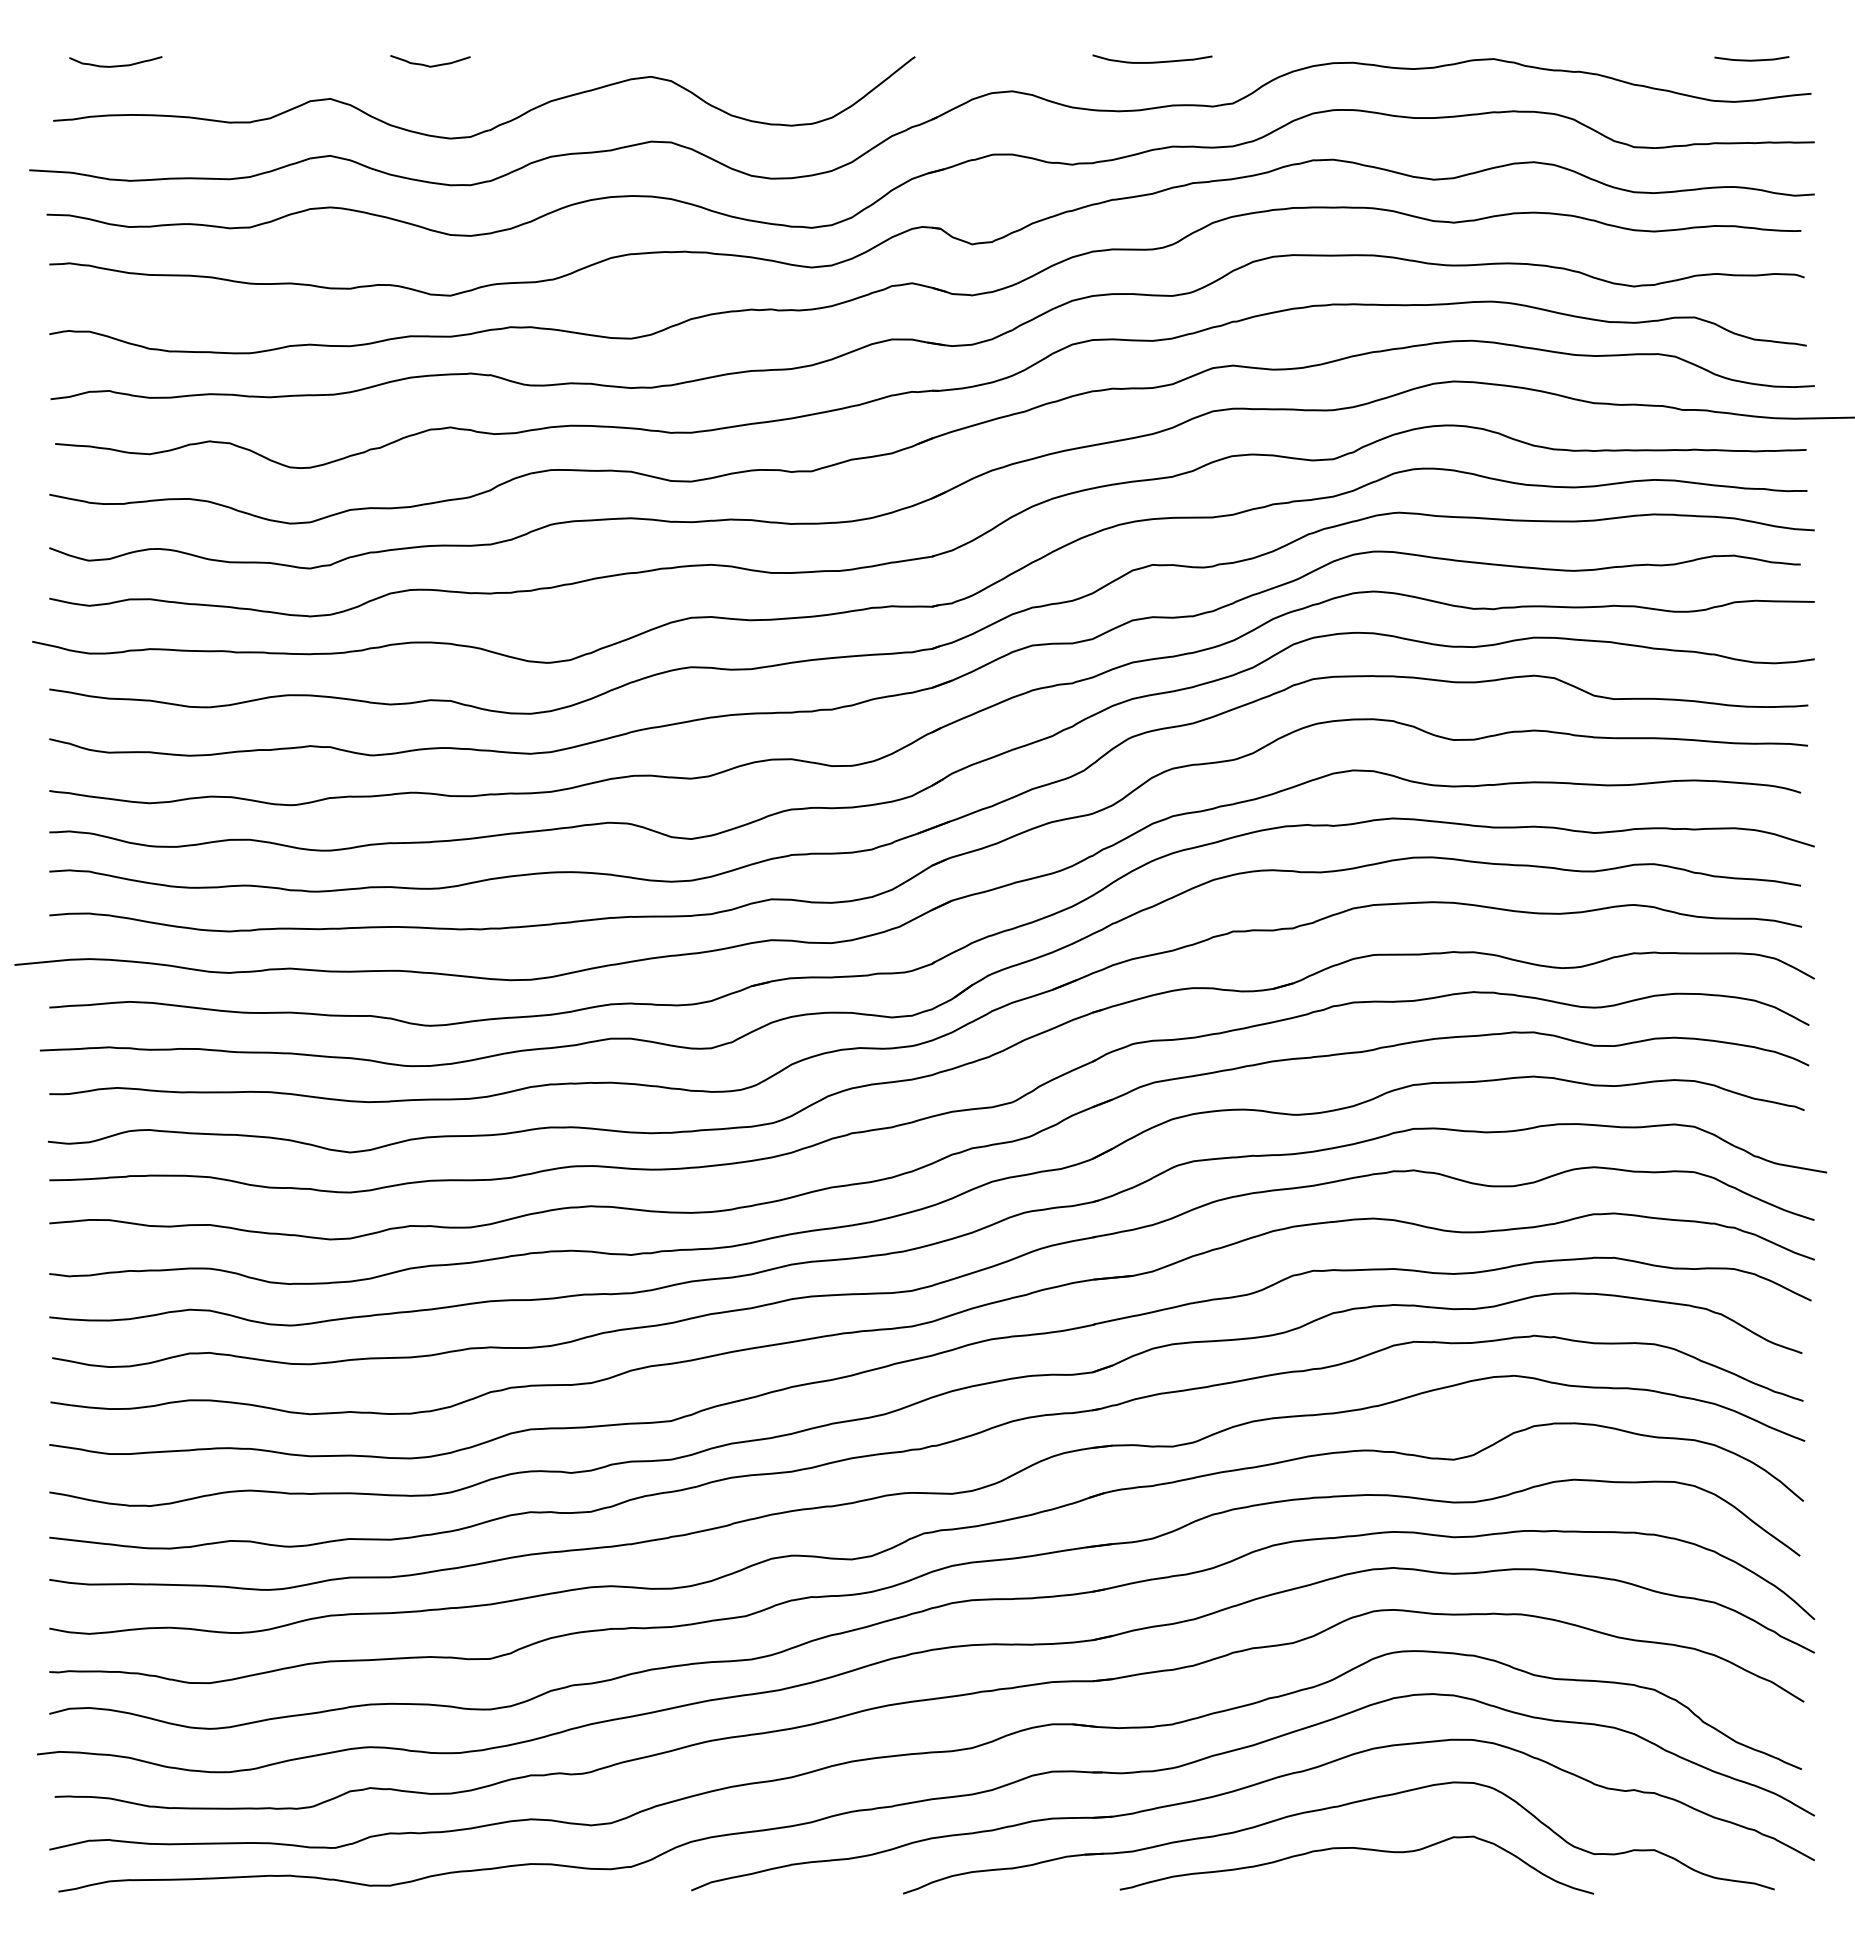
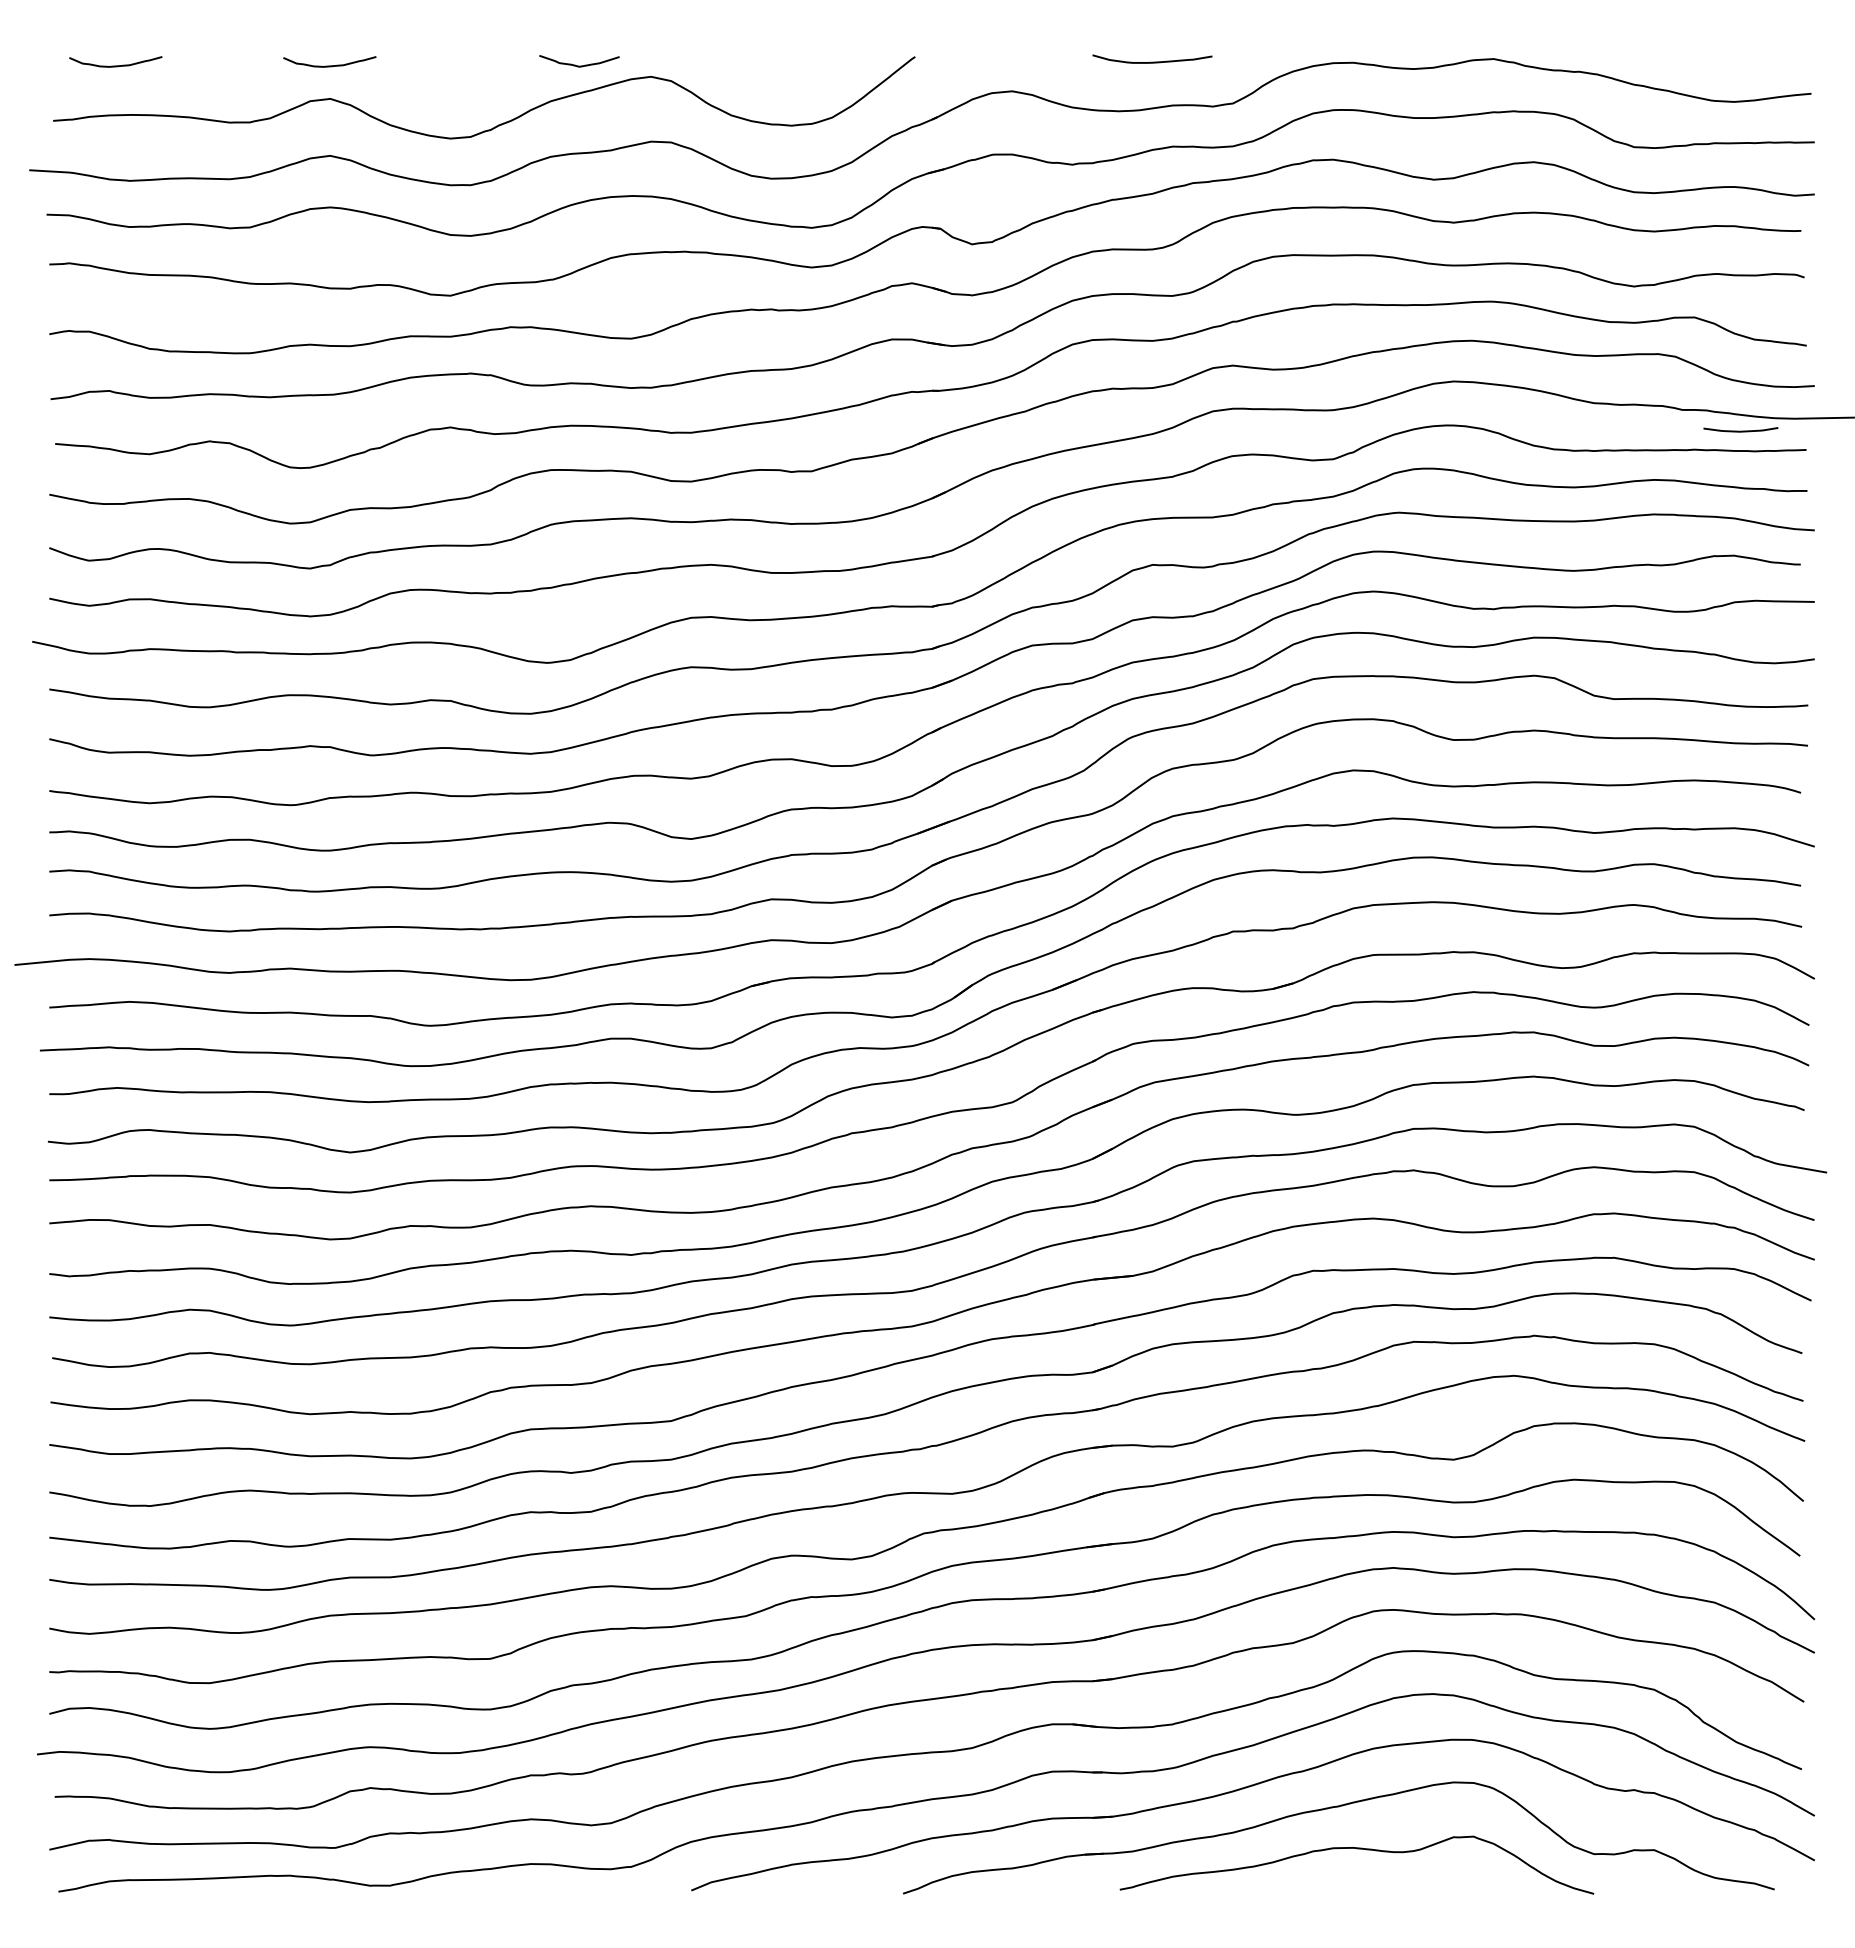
curve at (1751, 59) position: (1751, 59) -> (1740, 430)
curve at (329, 65): none -> present
curve at (430, 65) position: (430, 65) -> (579, 65)
